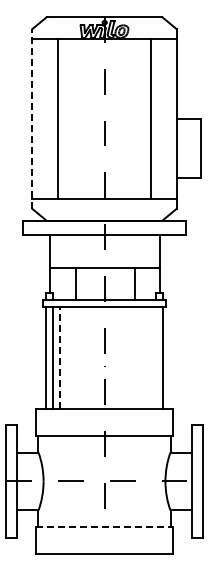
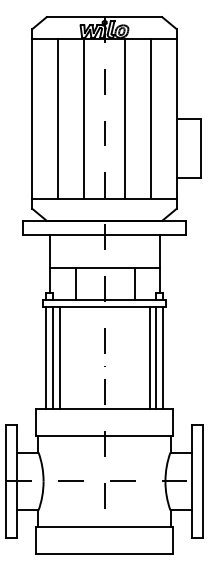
line at (32, 118): dashed -> solid
line at (83, 118): none -> present
line at (125, 118): none -> present
line at (60, 358): dashed -> solid
line at (149, 358): none -> present
line at (156, 358): none -> present
line at (104, 527): dashed -> solid
